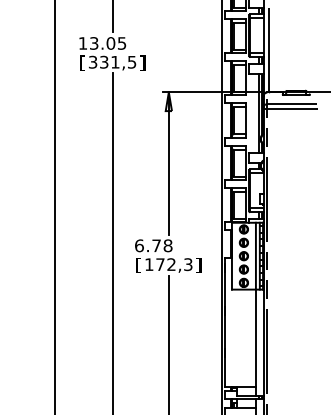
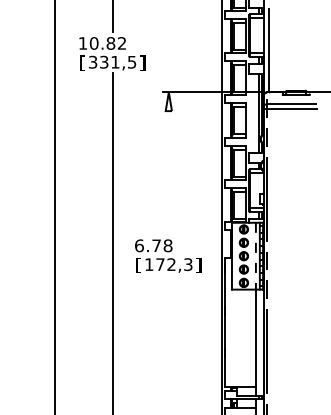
text at (107, 43): 13.05 -> 10.82
line at (168, 163): present -> none
line at (255, 256): solid -> dashed
line at (168, 343): present -> none
